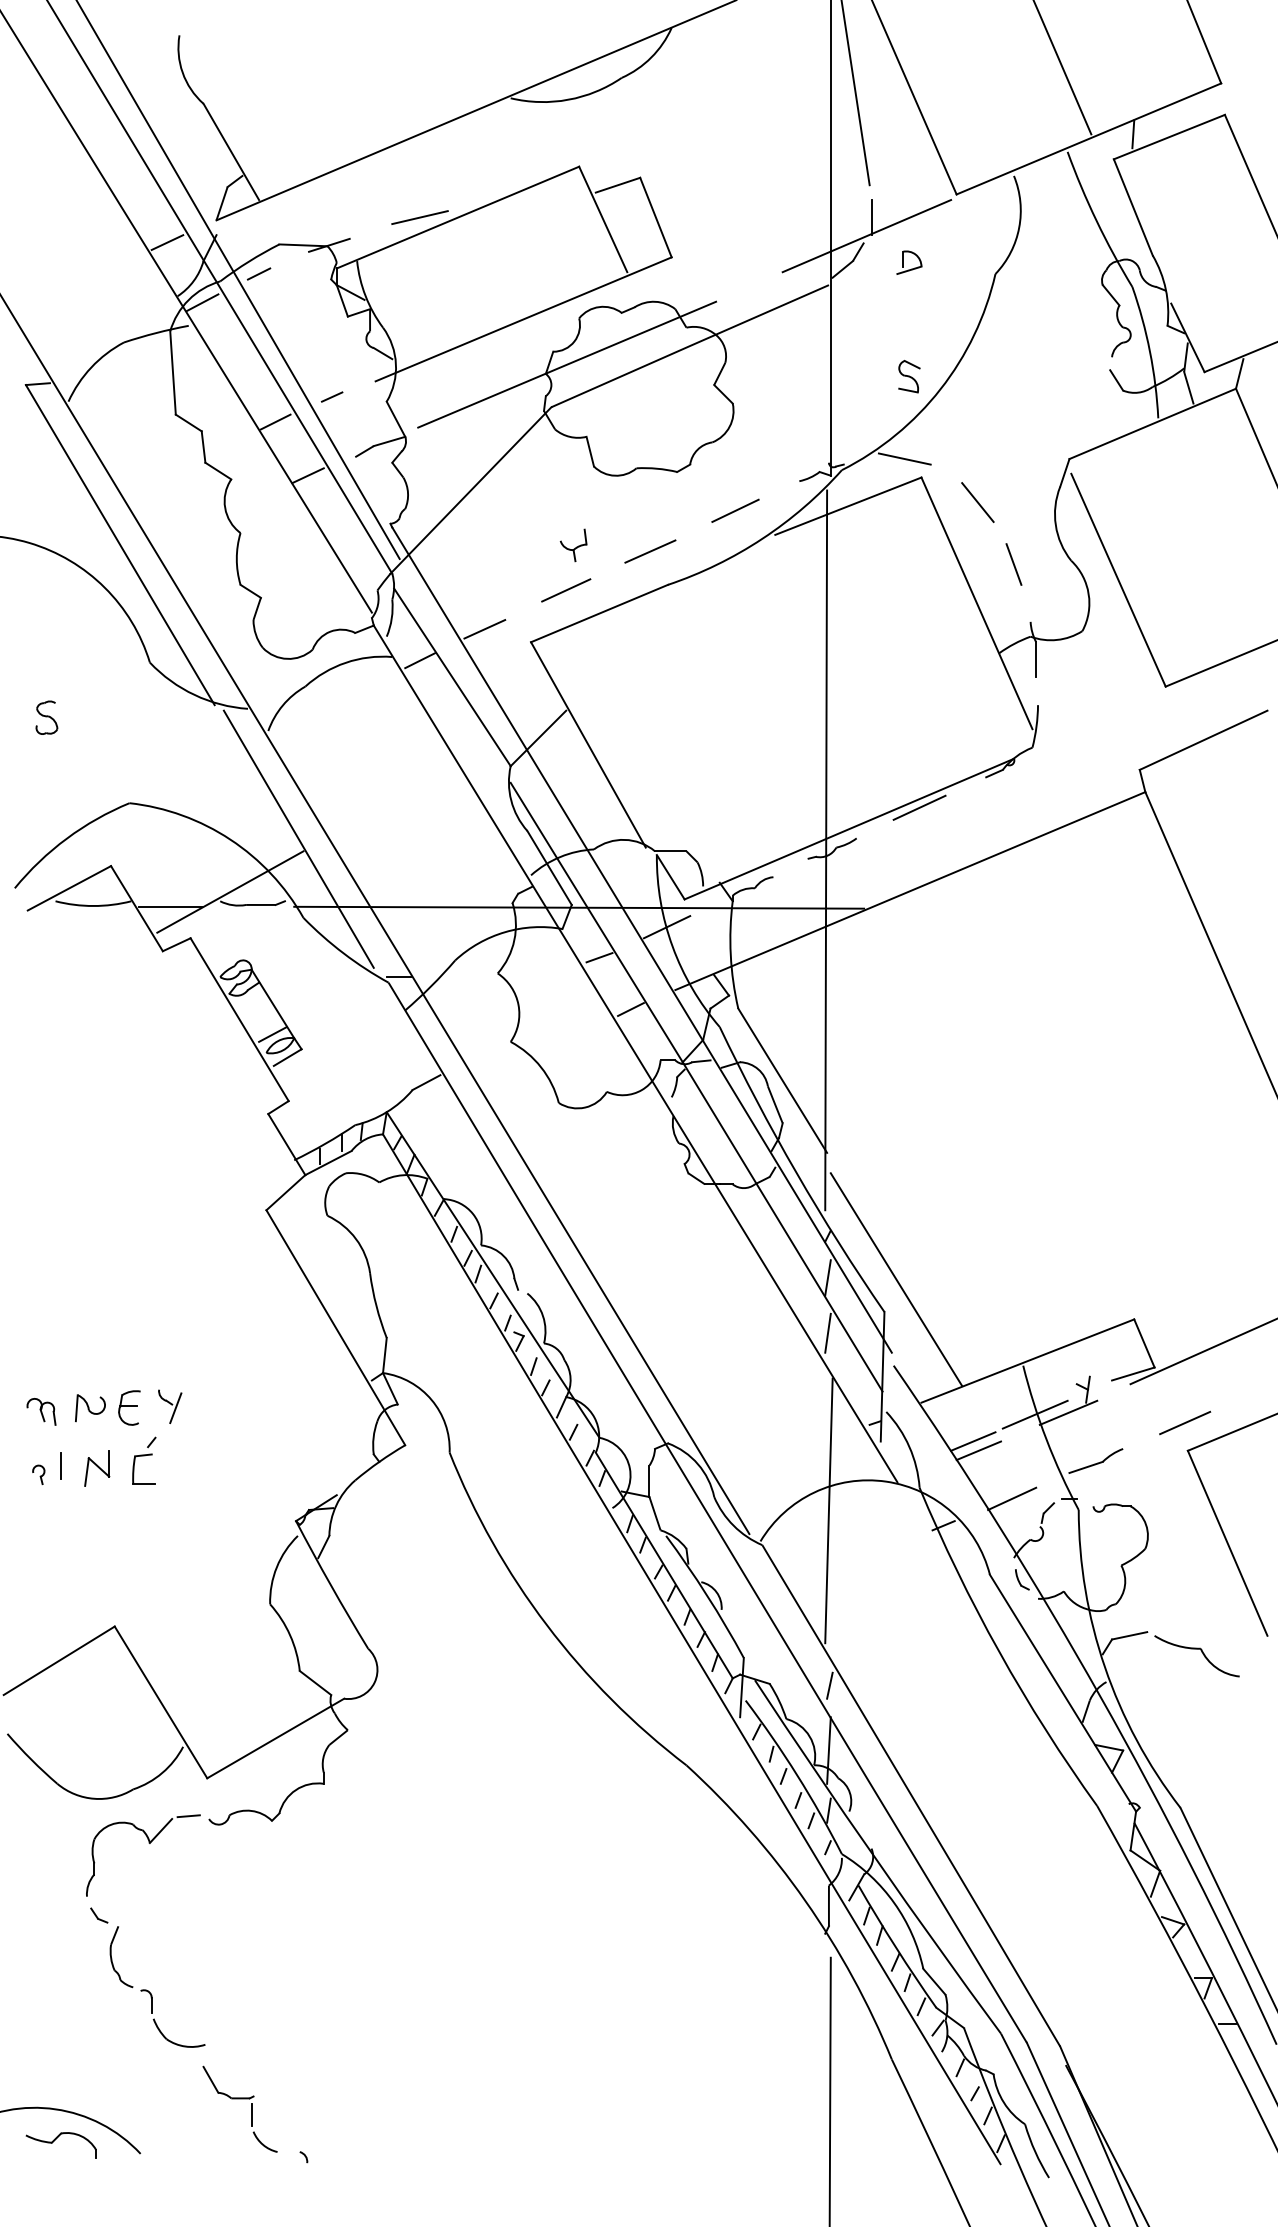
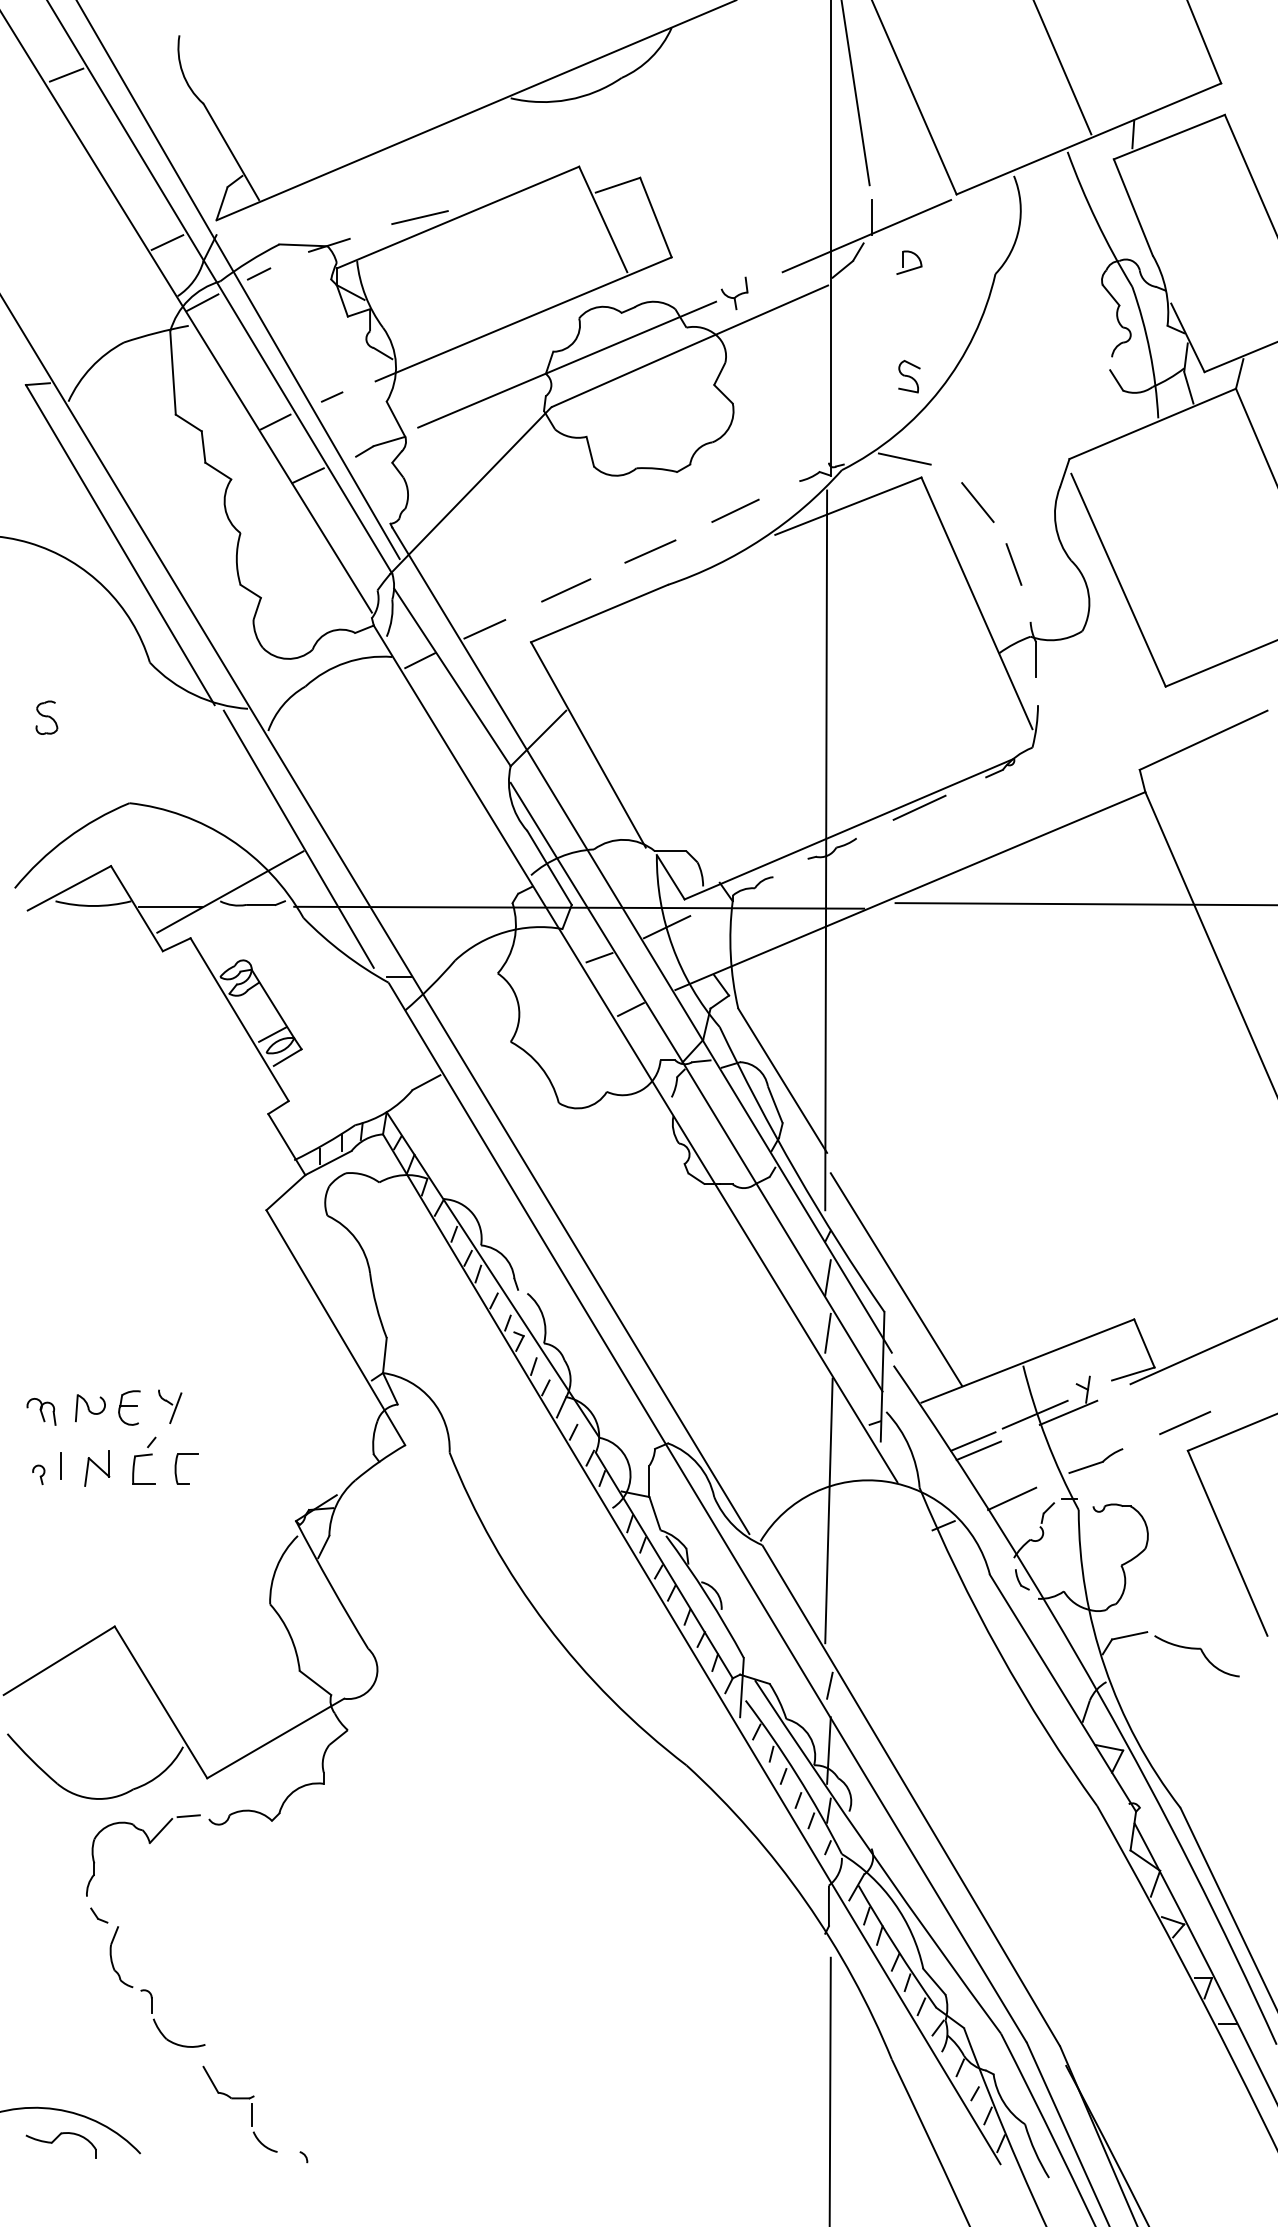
line at (66, 74): none -> present
part at (573, 545) position: (573, 545) -> (734, 293)
line at (1084, 904): none -> present
part at (176, 1468): none -> present
